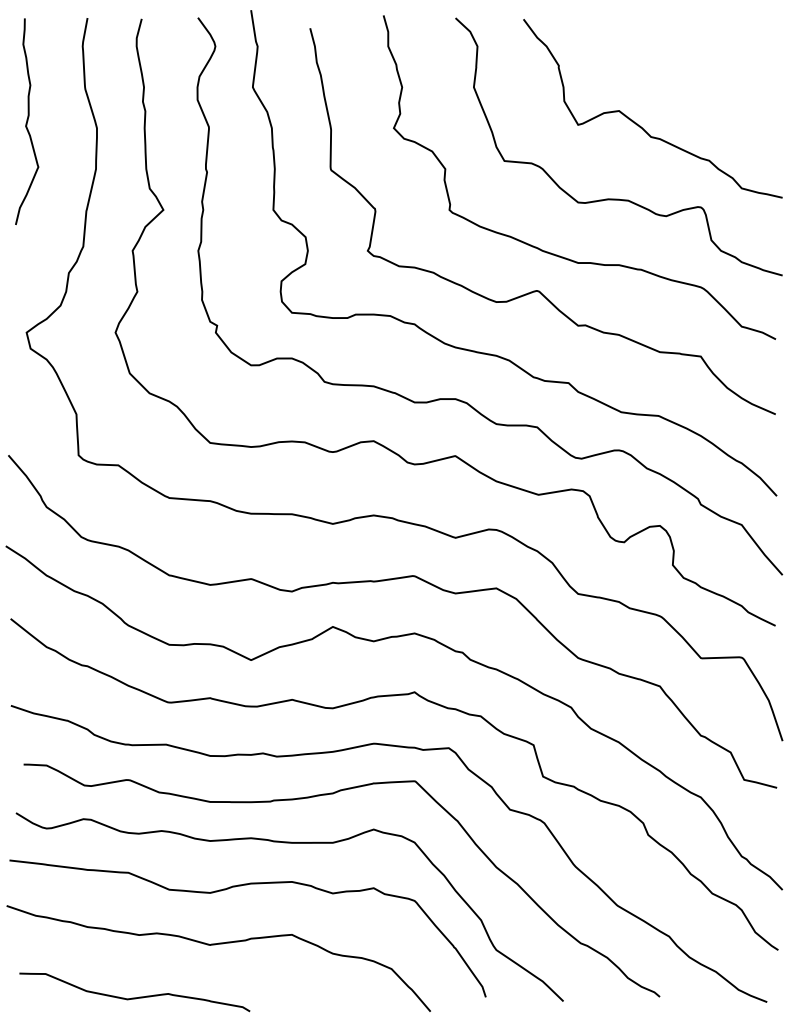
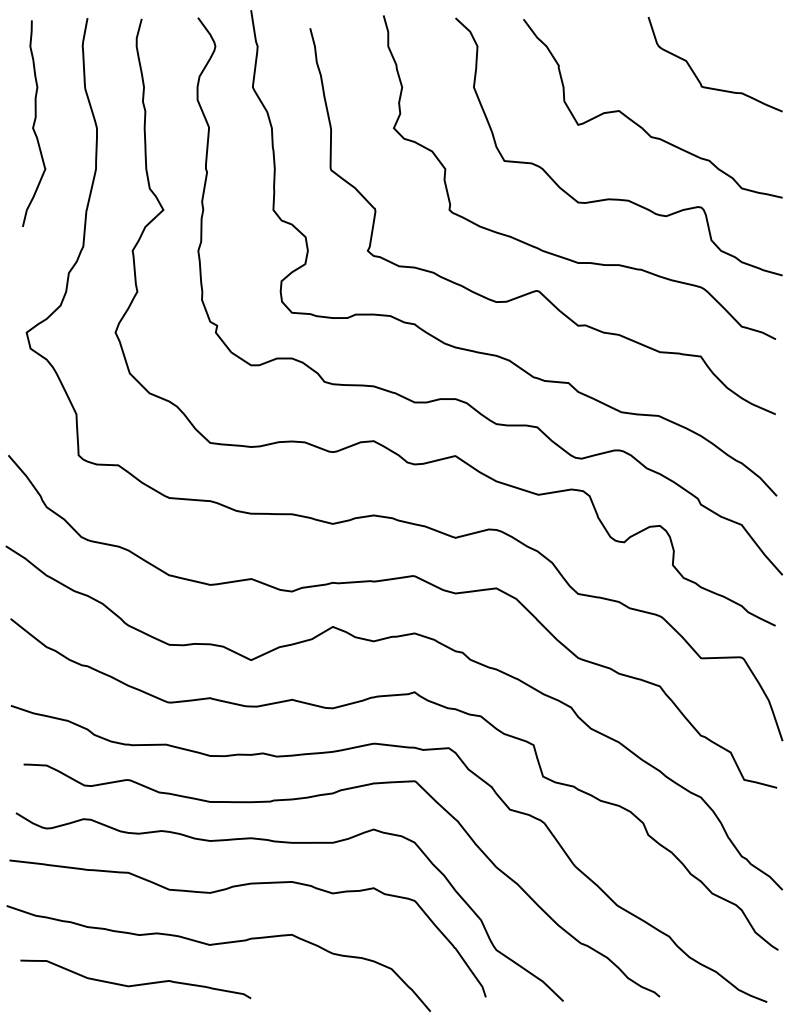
curve at (697, 76): none -> present
curve at (27, 121) position: (27, 121) -> (34, 123)
curve at (134, 997) position: (134, 997) -> (135, 984)
